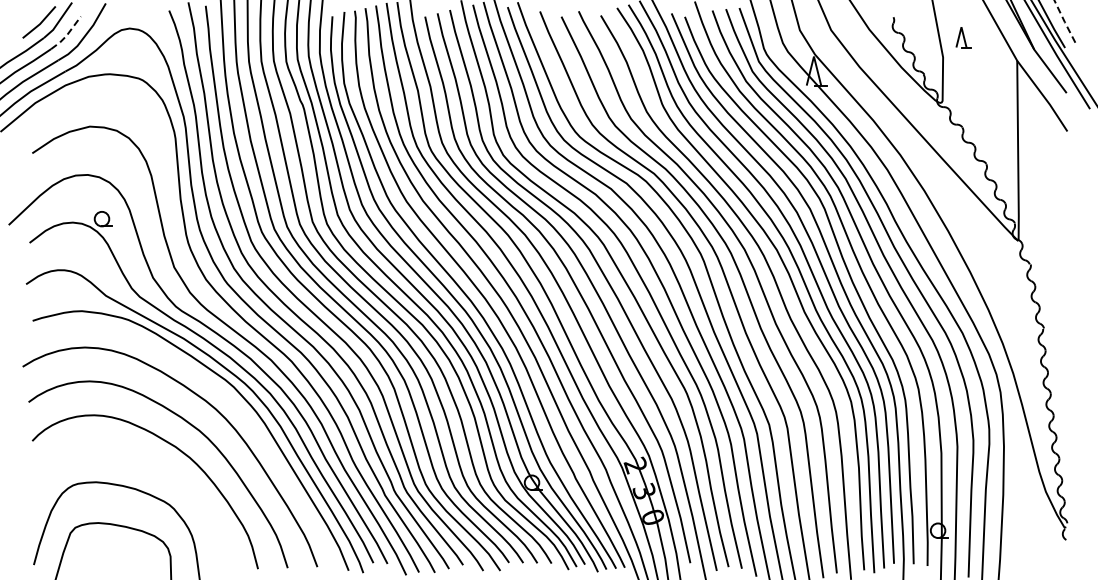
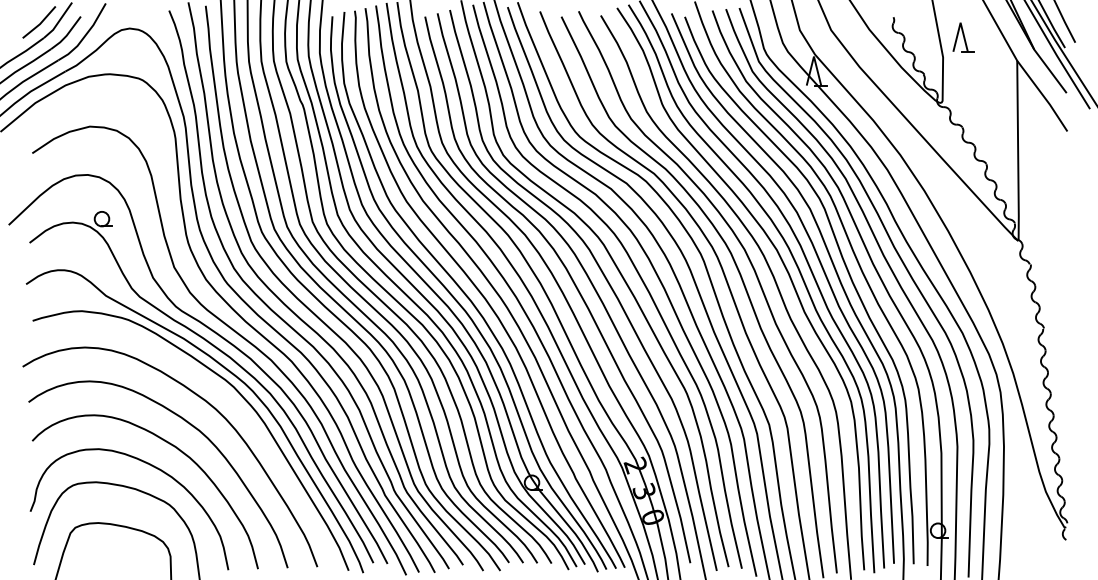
line at (1064, 21): dashed -> solid
line at (66, 35): dashed -> solid
part at (963, 37) size: 17x22 px -> 23x31 px
curve at (151, 466): none -> present
